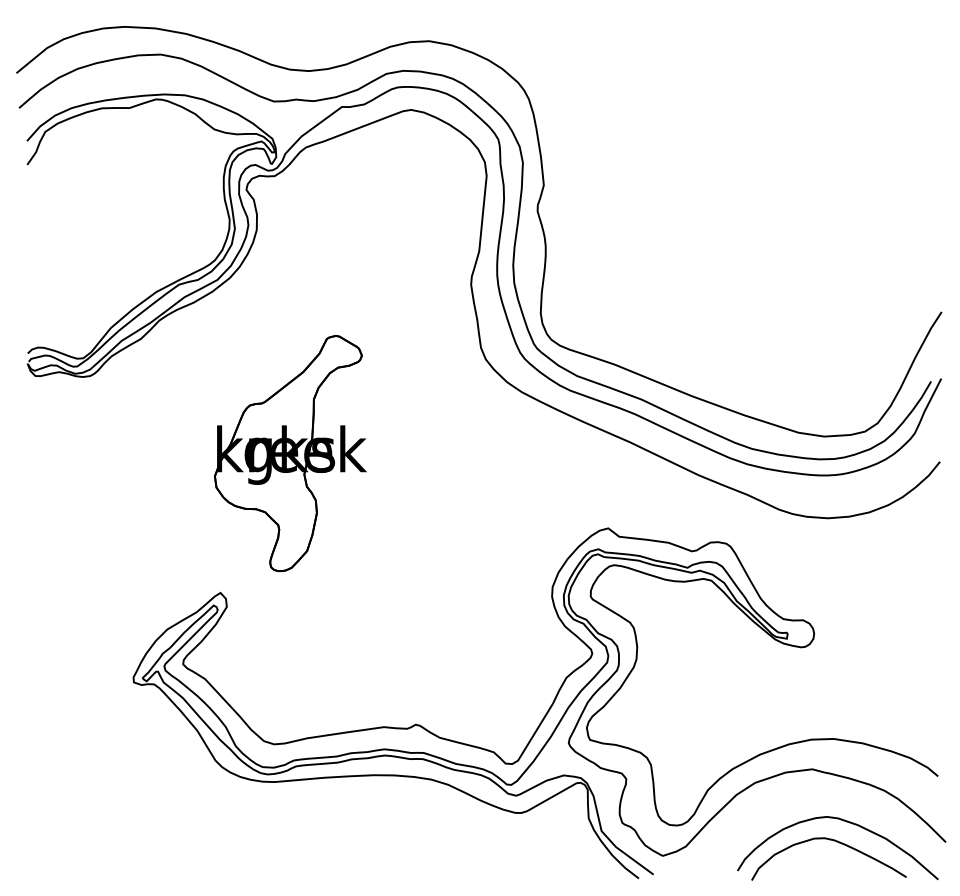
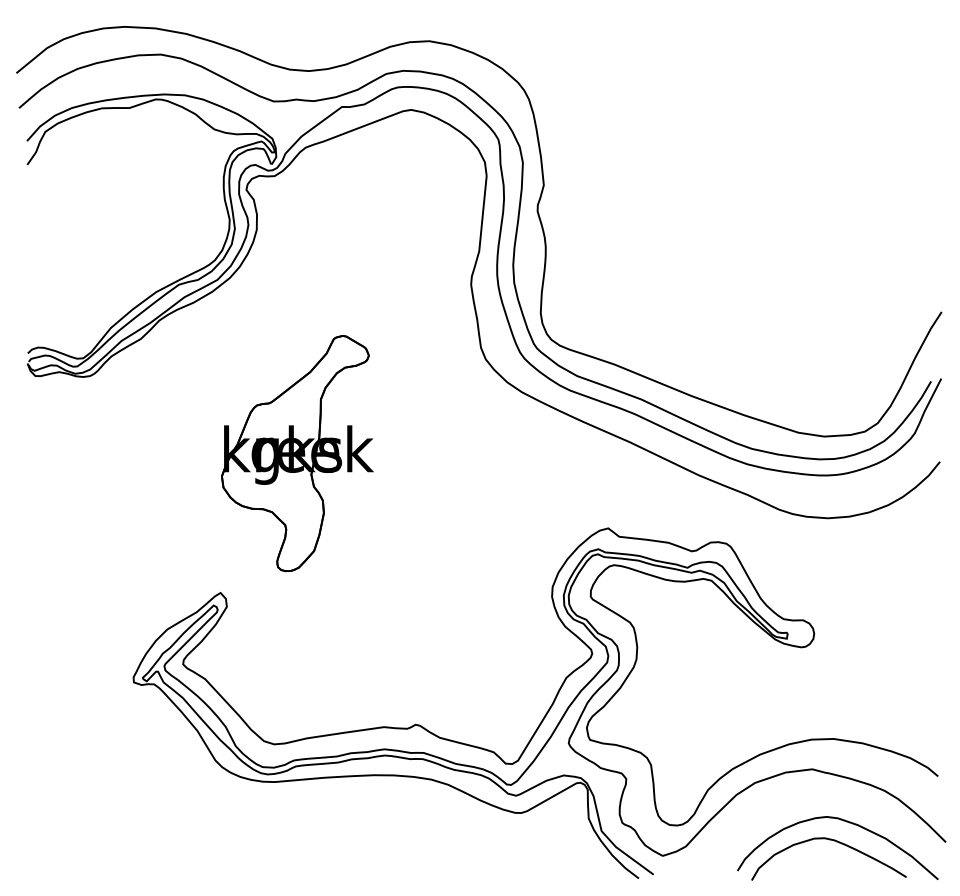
part at (290, 453) position: (290, 453) -> (297, 453)
